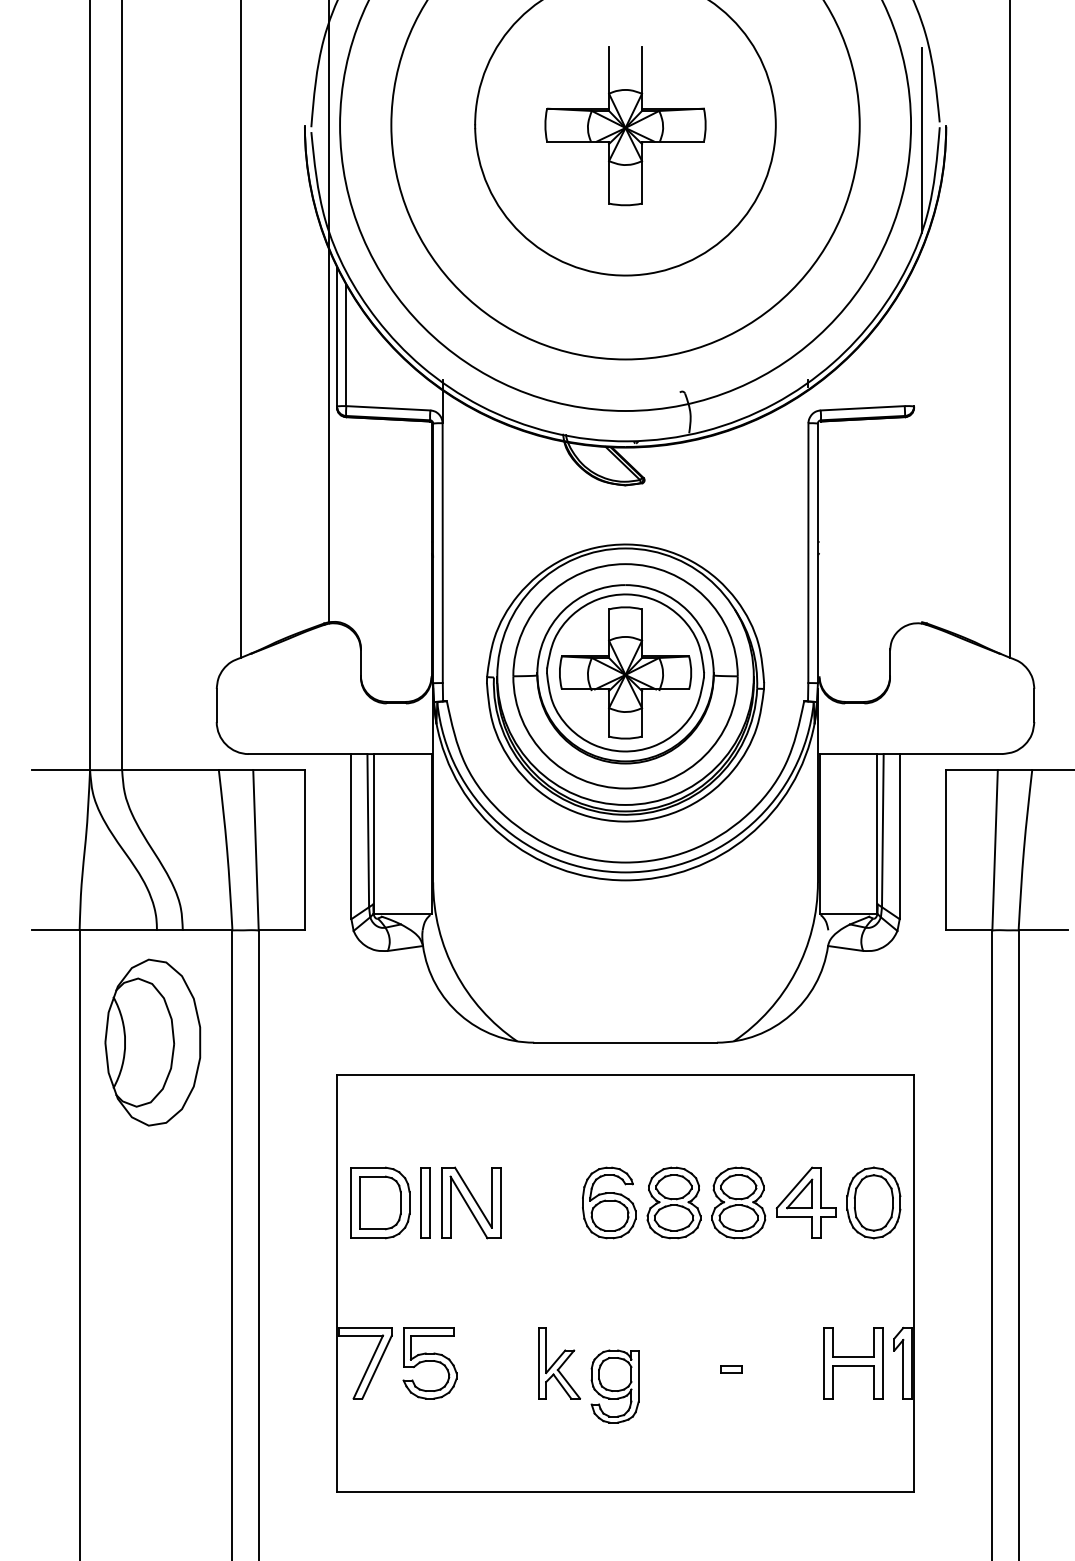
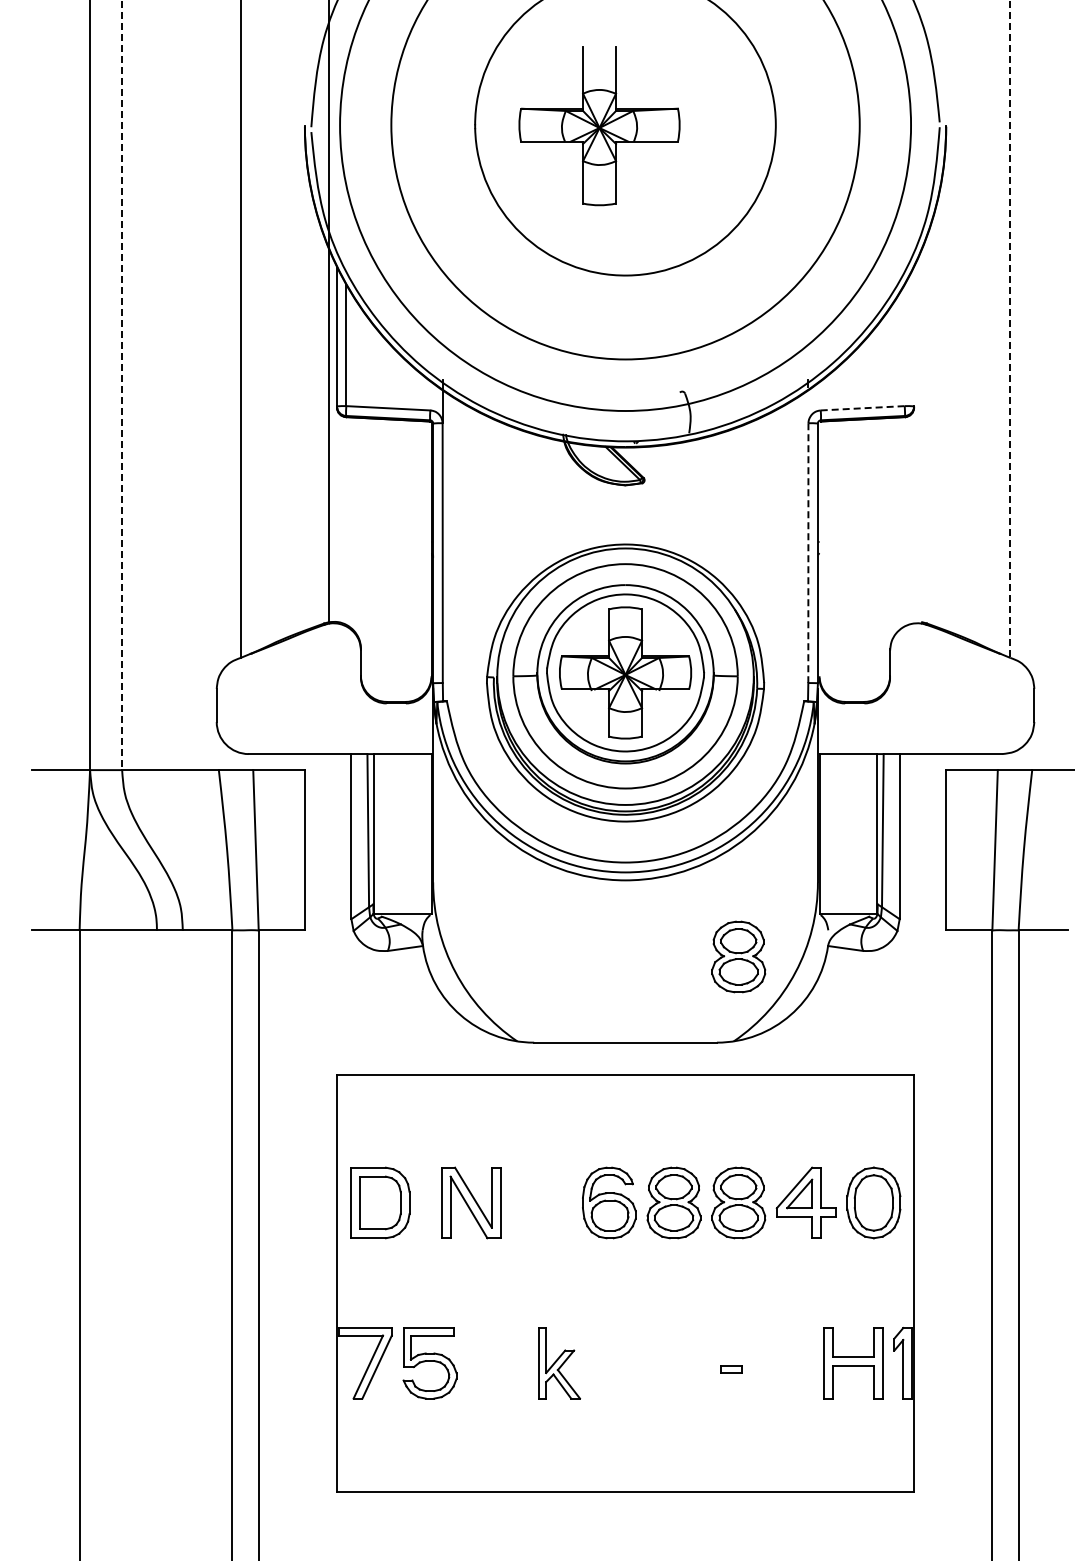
part at (625, 126) position: (625, 126) -> (599, 126)
line at (922, 140): present -> none
line at (1010, 329): solid -> dashed
line at (122, 385): solid -> dashed
line at (863, 408): solid -> dashed
line at (808, 553): solid -> dashed
part at (738, 956): none -> present
part at (152, 1042): present -> none
part at (425, 1202): present -> none
part at (614, 1386): present -> none
